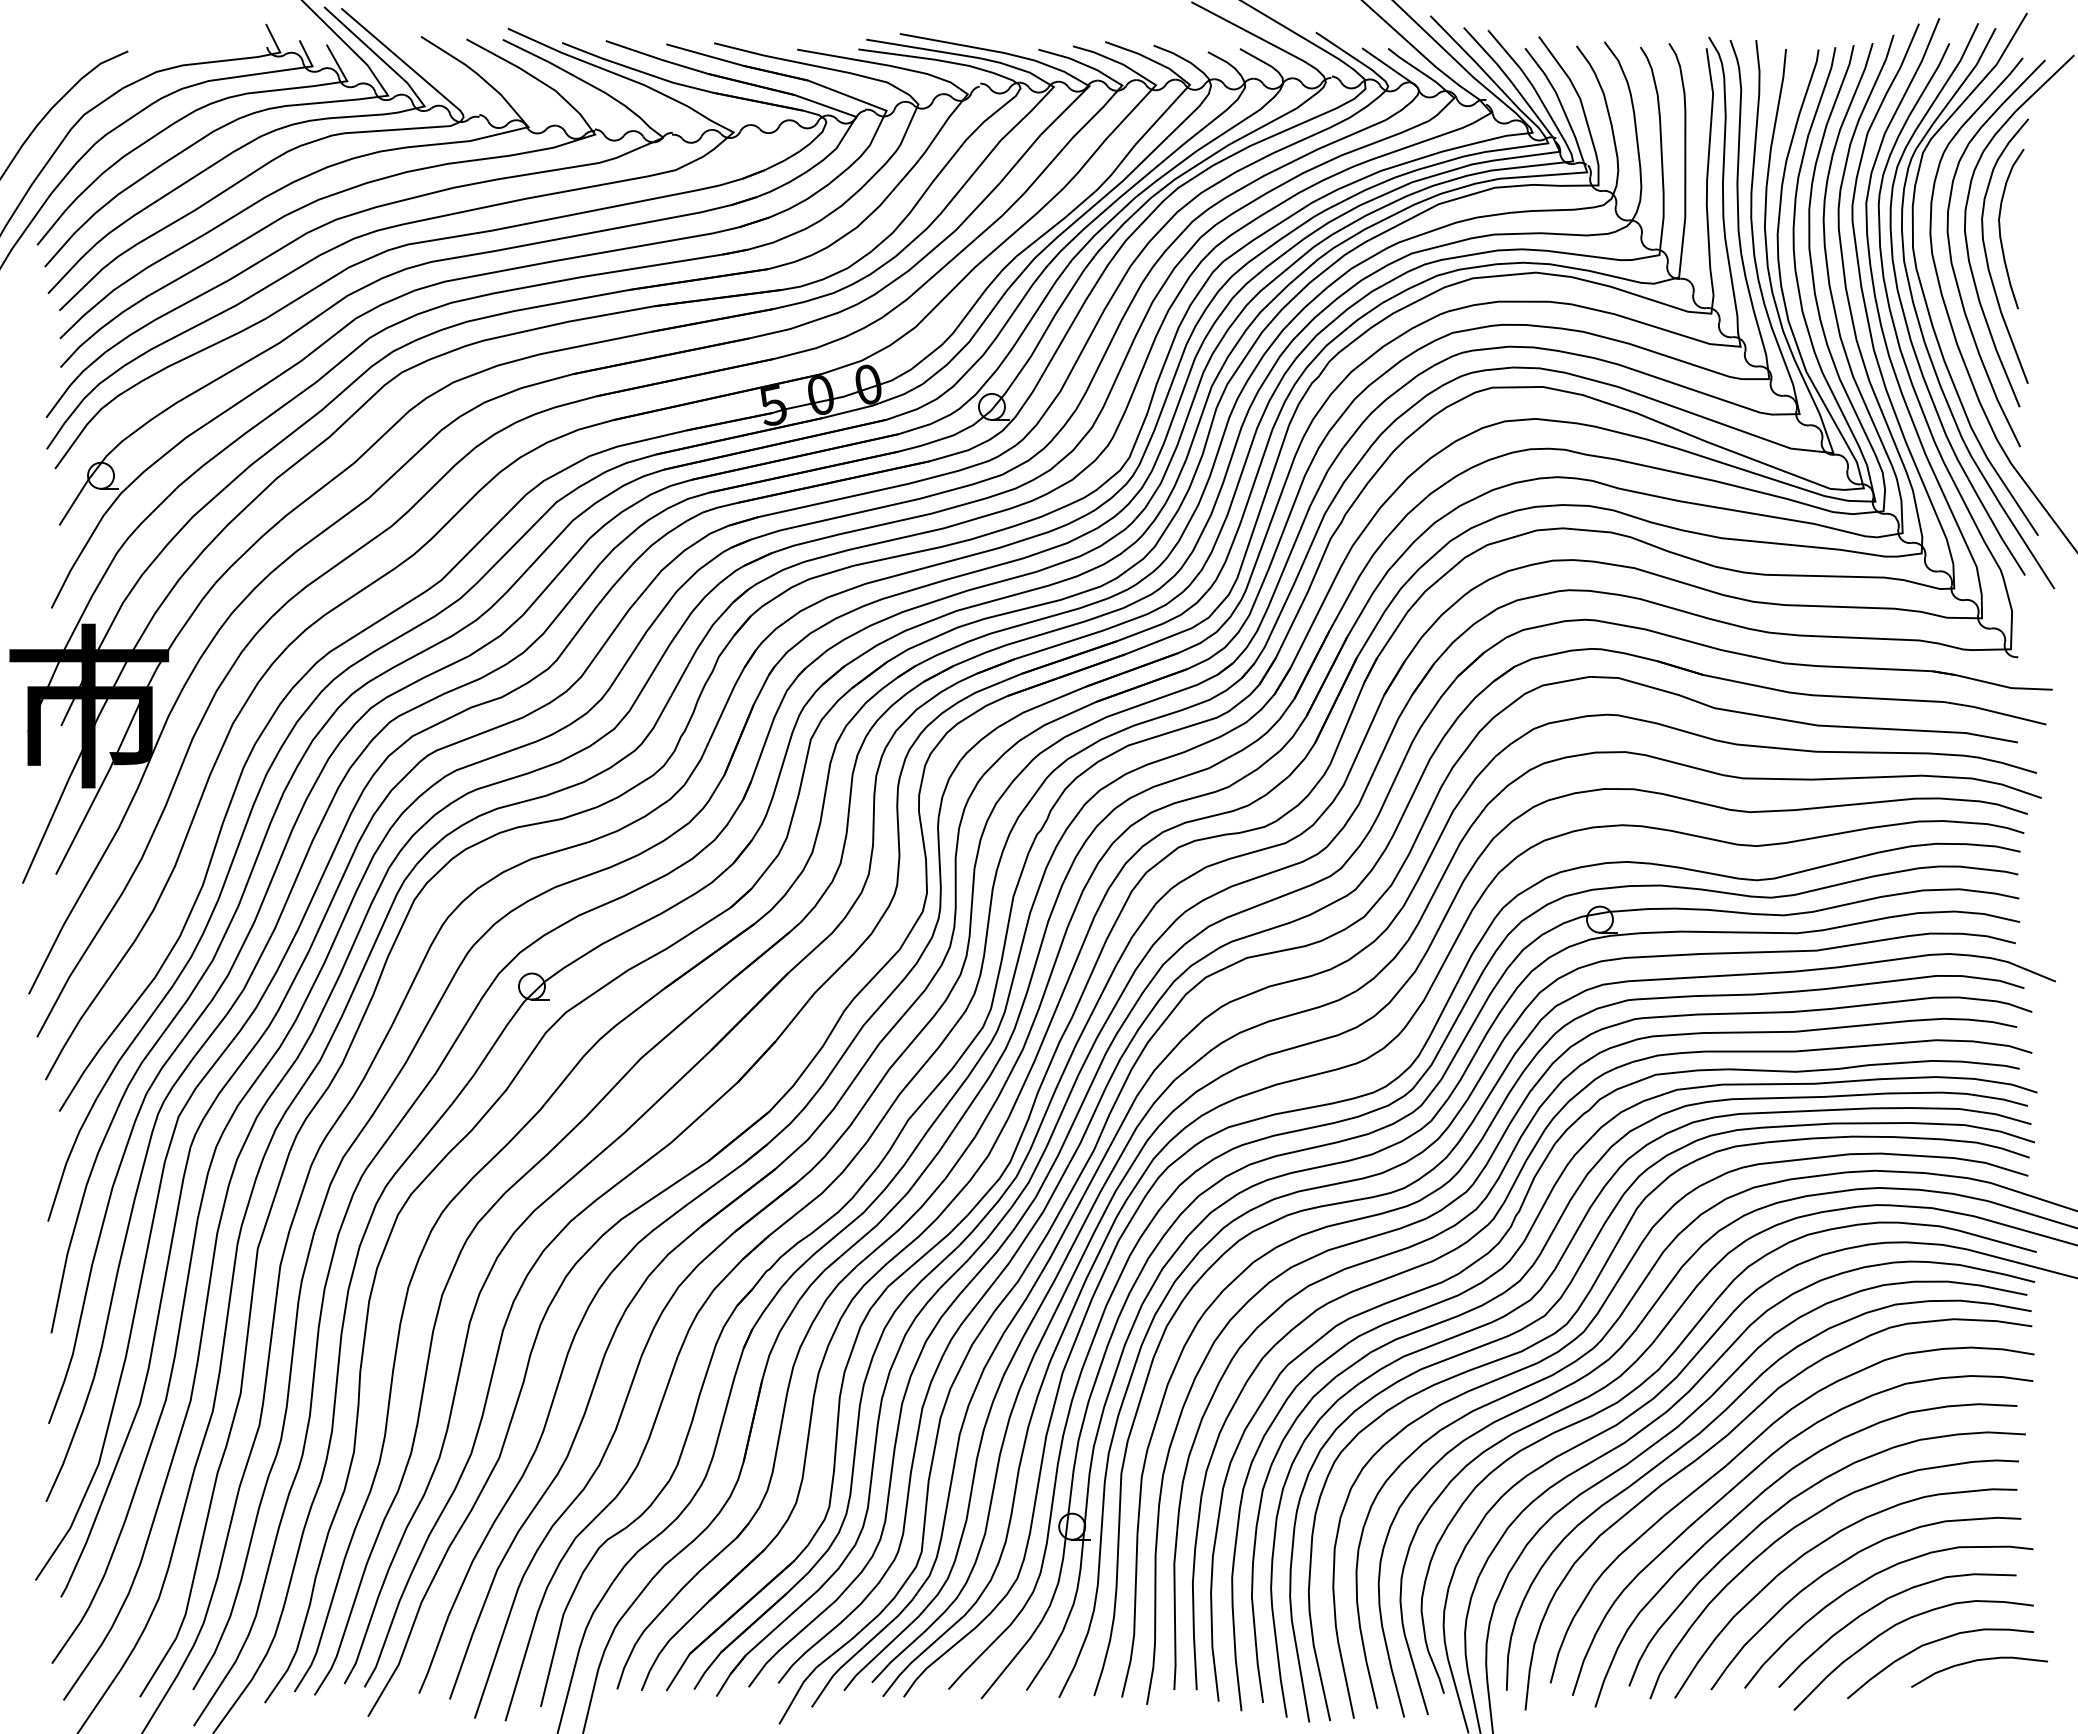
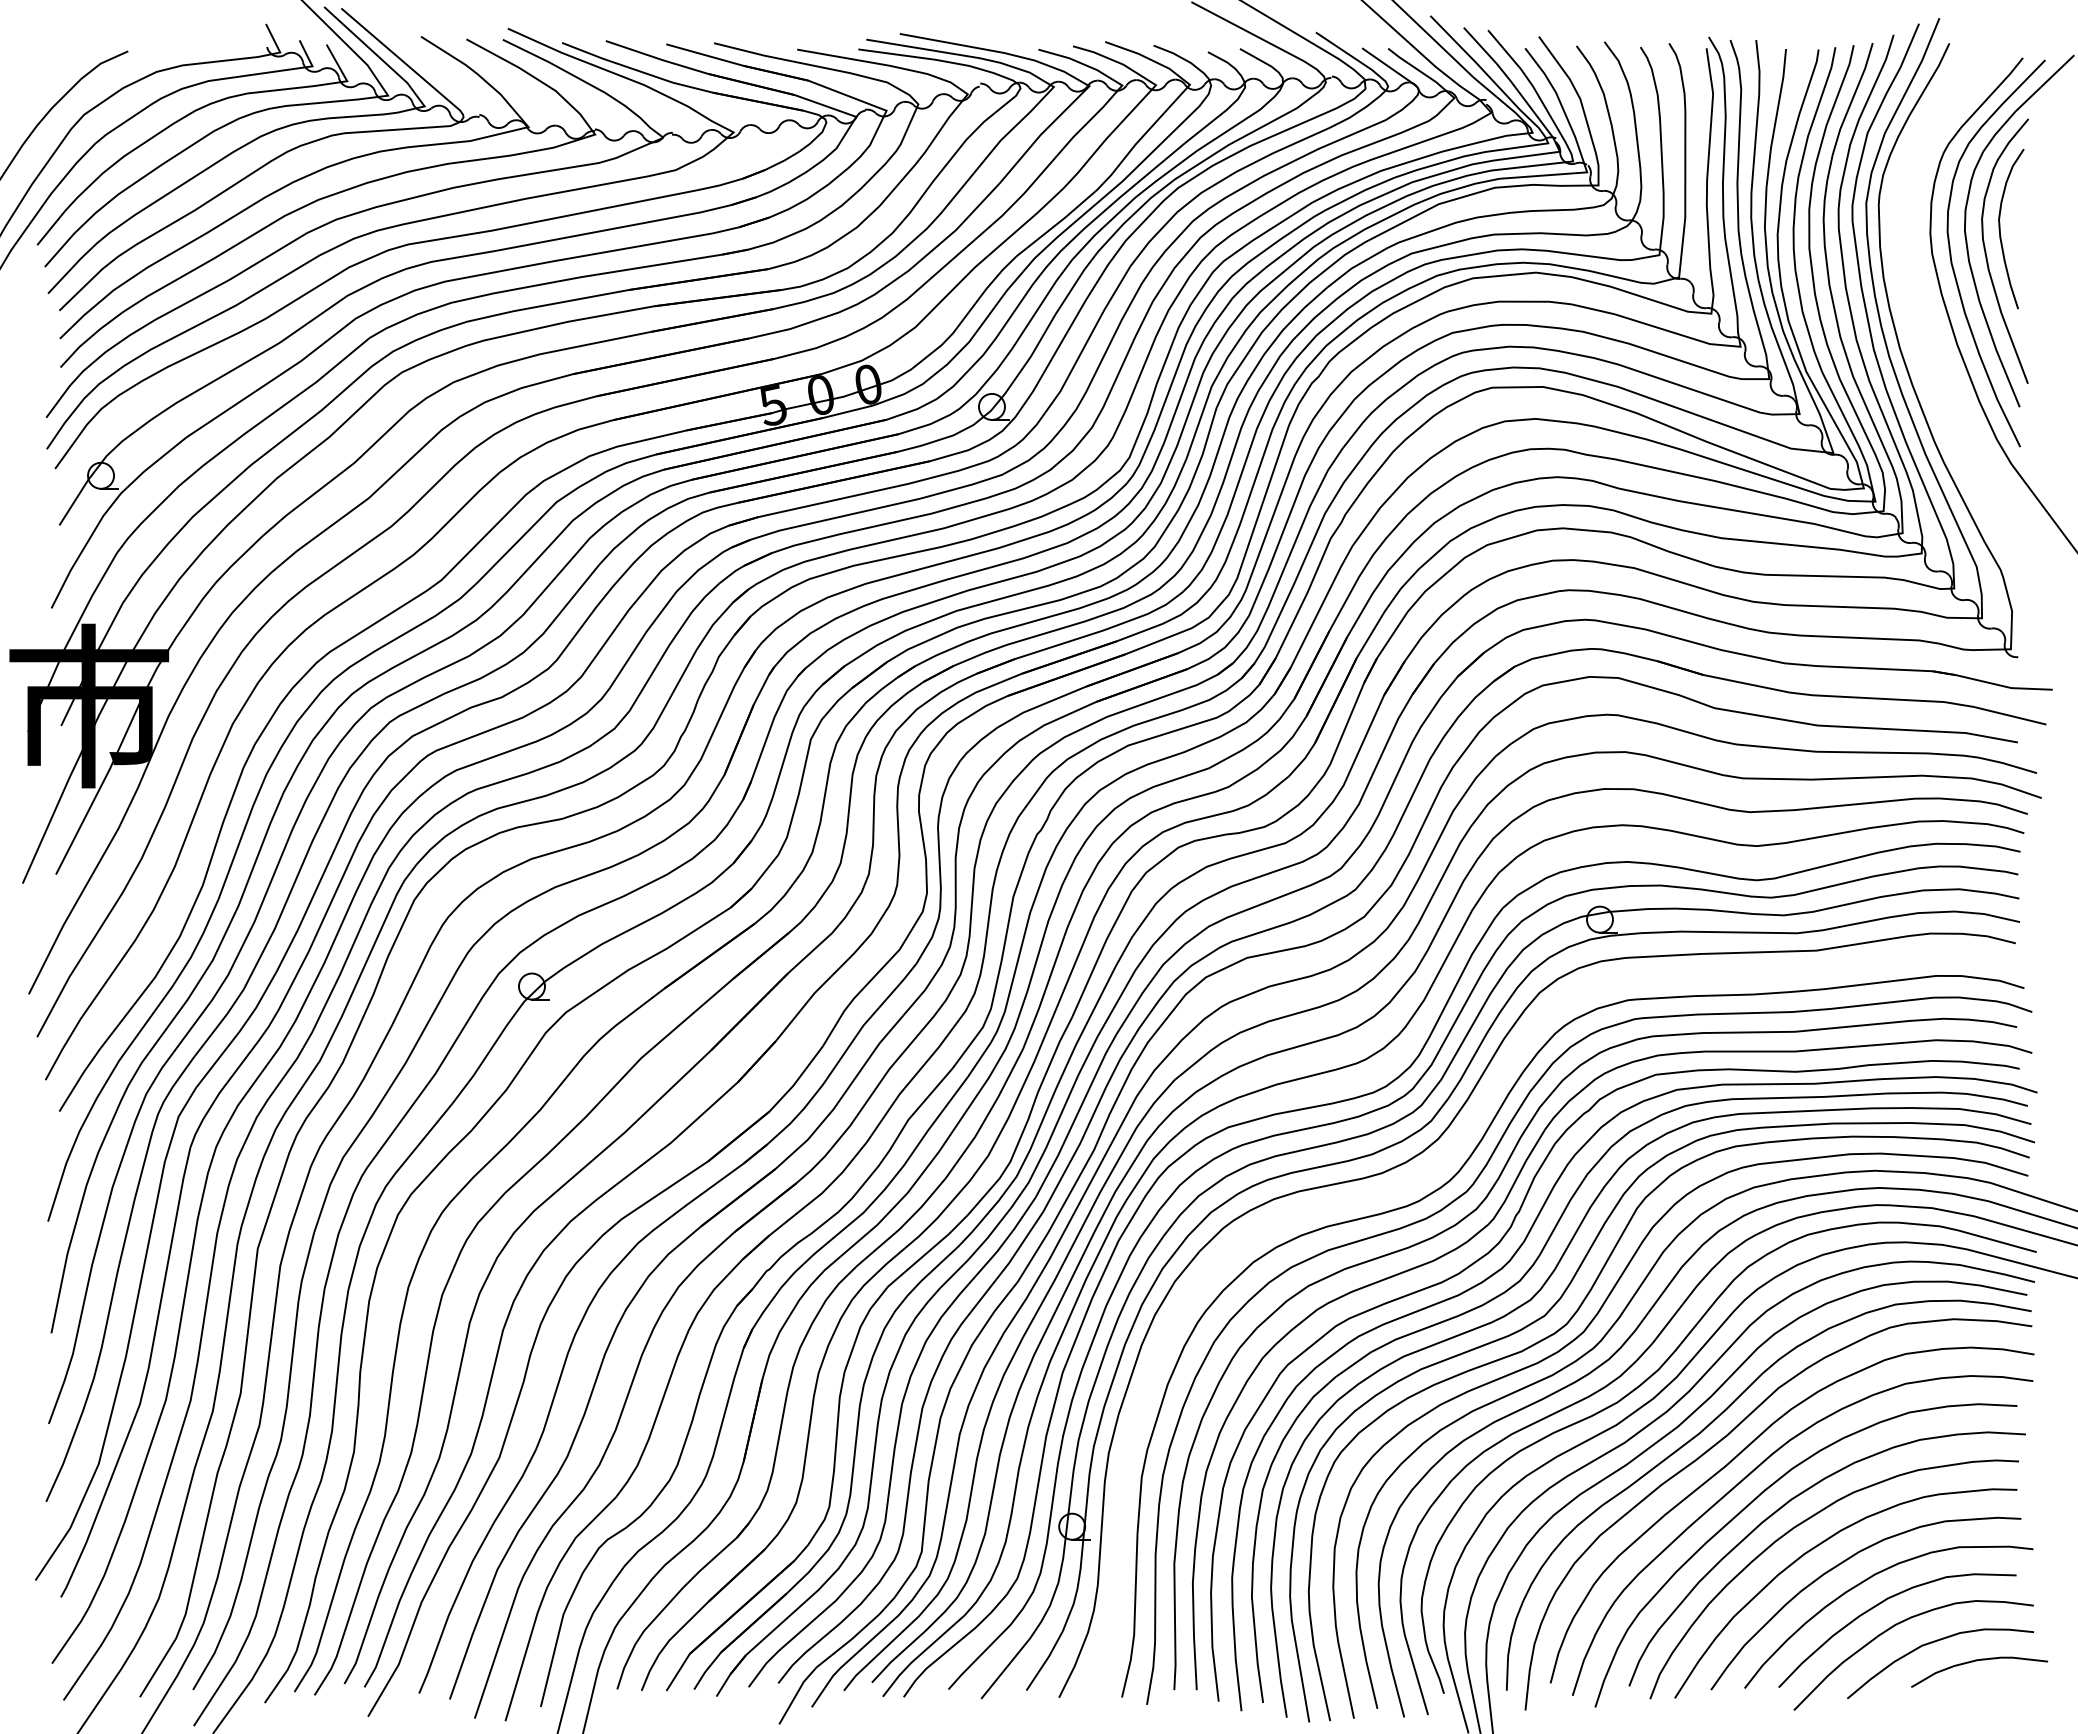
part at (1929, 310): present -> none
curve at (1440, 1164): present -> none
